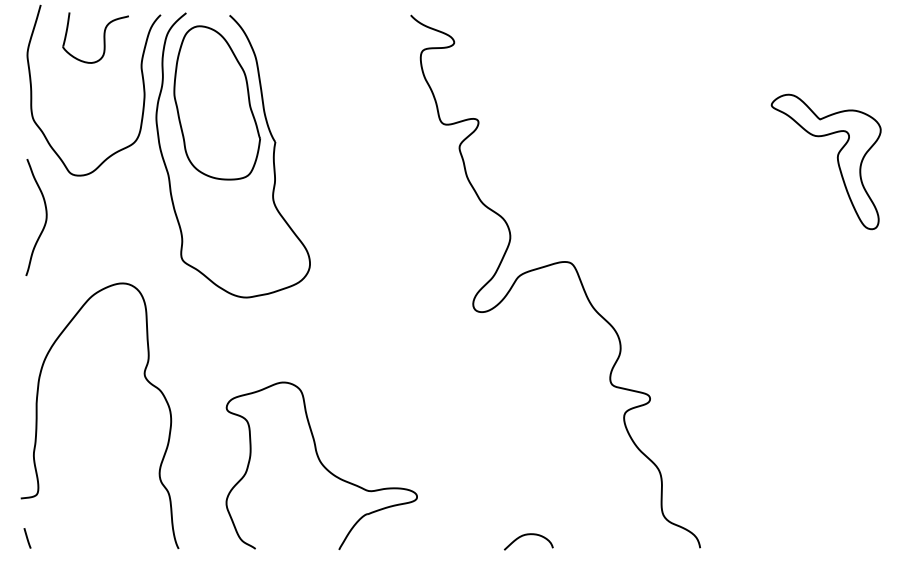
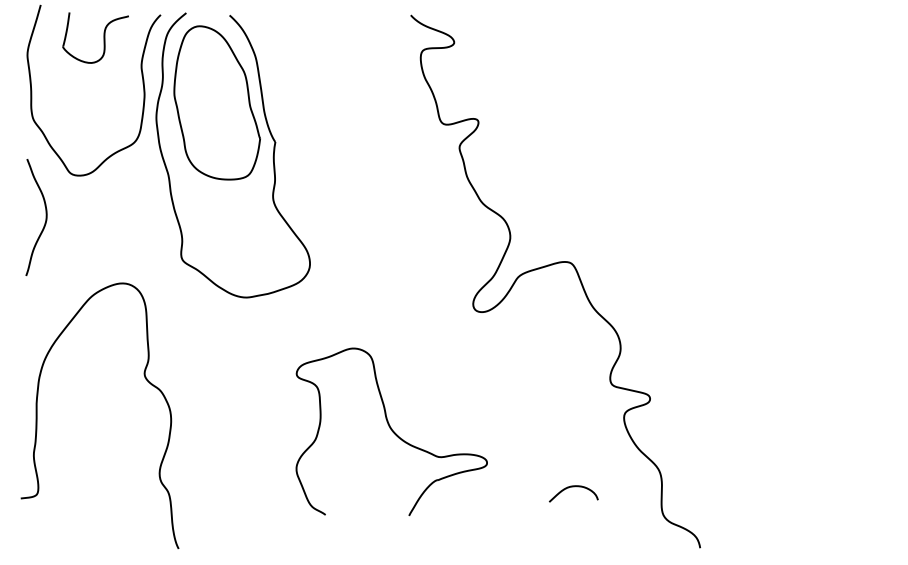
part at (836, 157): present -> none
part at (321, 465) position: (321, 465) -> (391, 431)
curve at (528, 535) position: (528, 535) -> (573, 487)
line at (27, 538): present -> none
